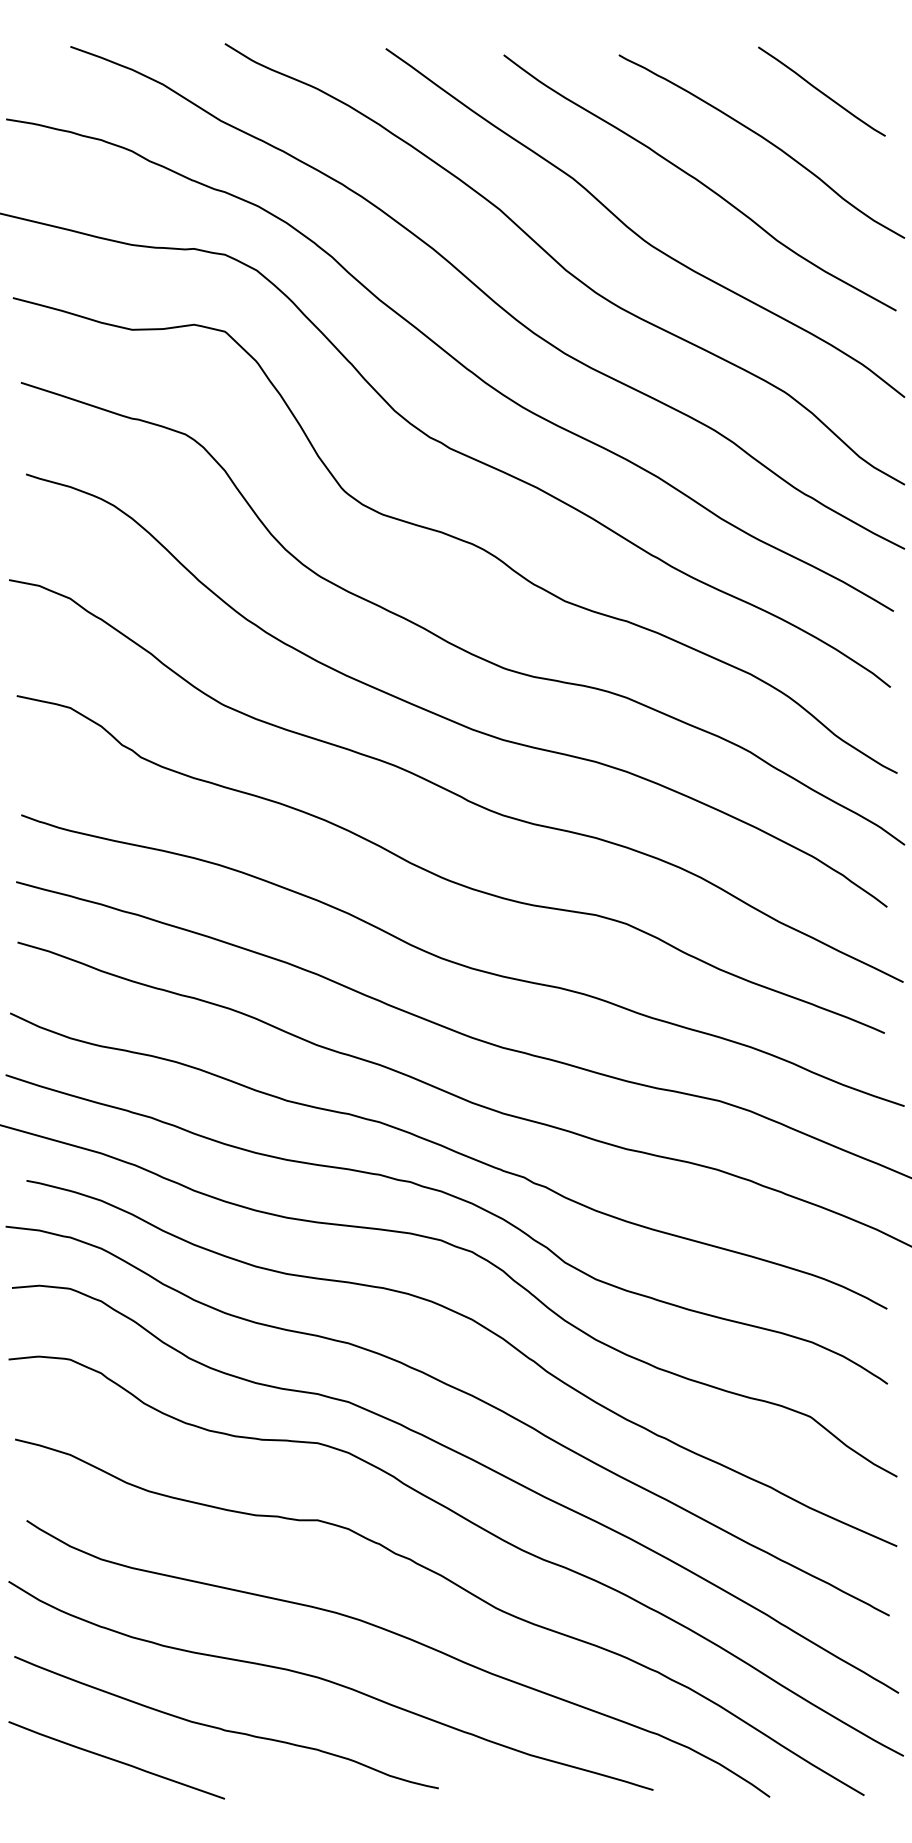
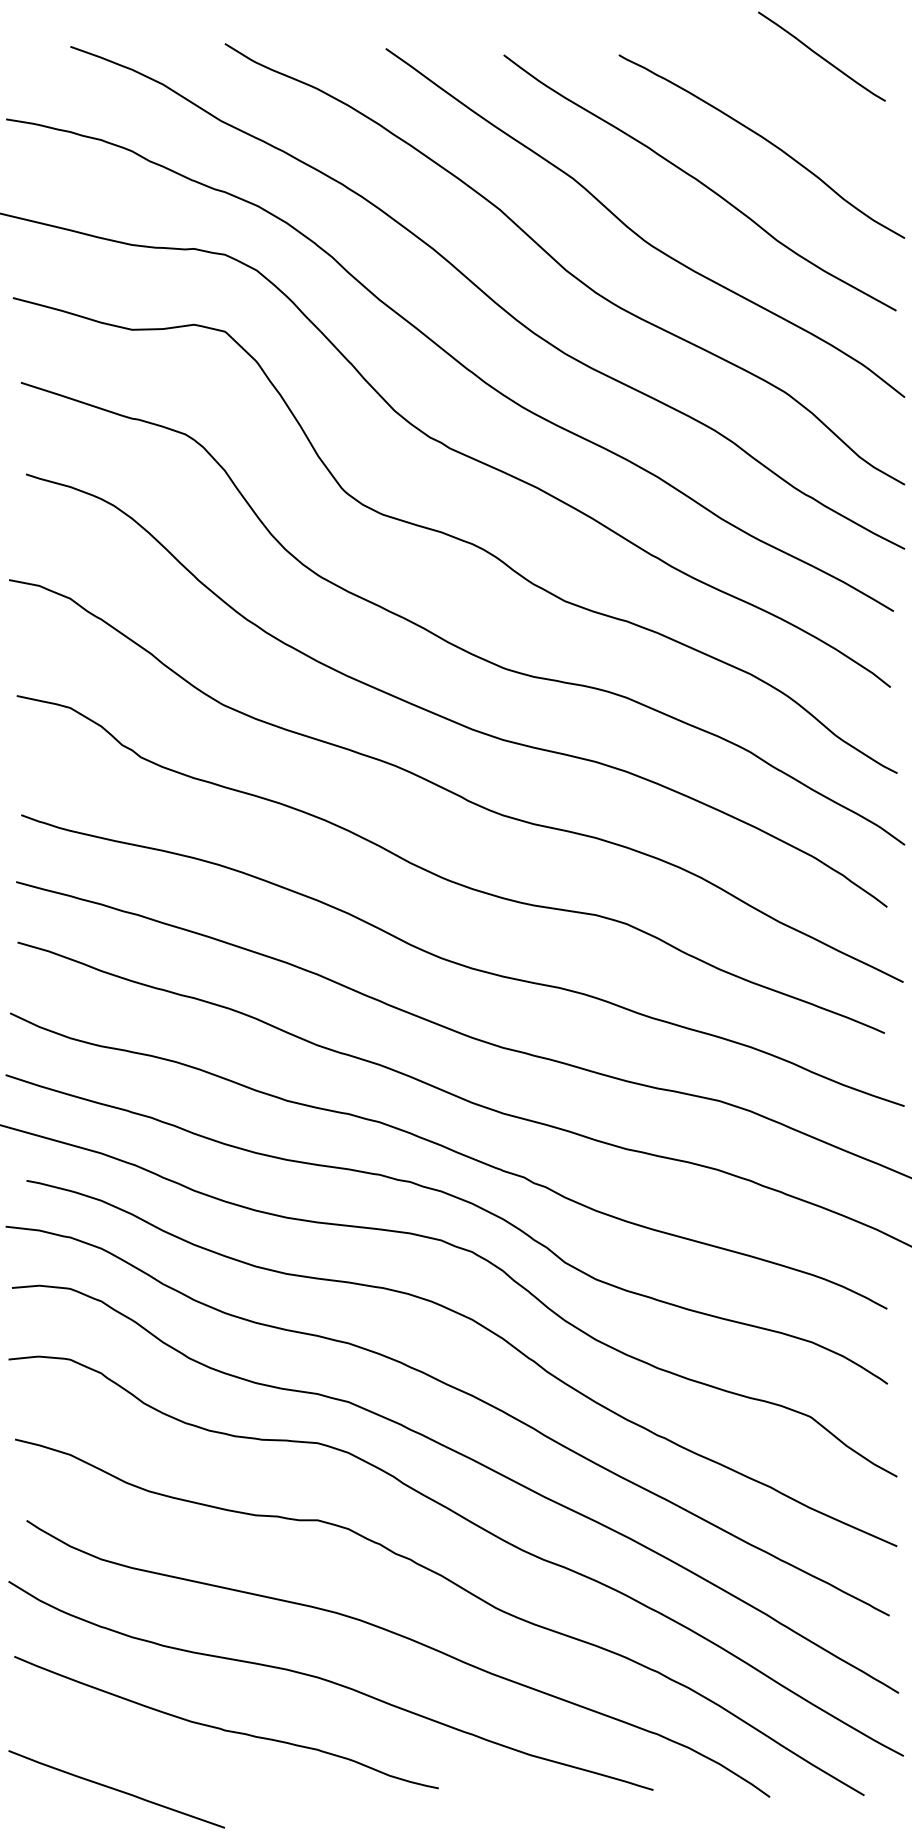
curve at (821, 91) position: (821, 91) -> (821, 56)
curve at (116, 1760) position: (116, 1760) -> (116, 1789)
